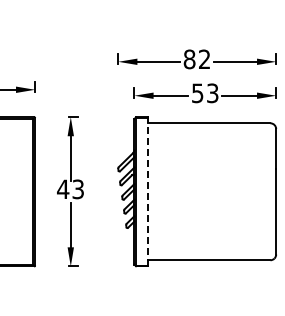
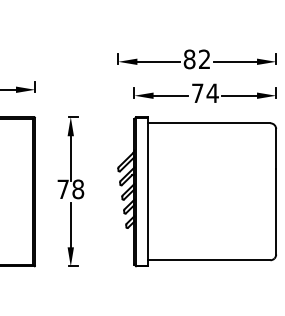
text at (205, 93): 53 -> 74
text at (70, 189): 43 -> 78
line at (147, 191): dashed -> solid
